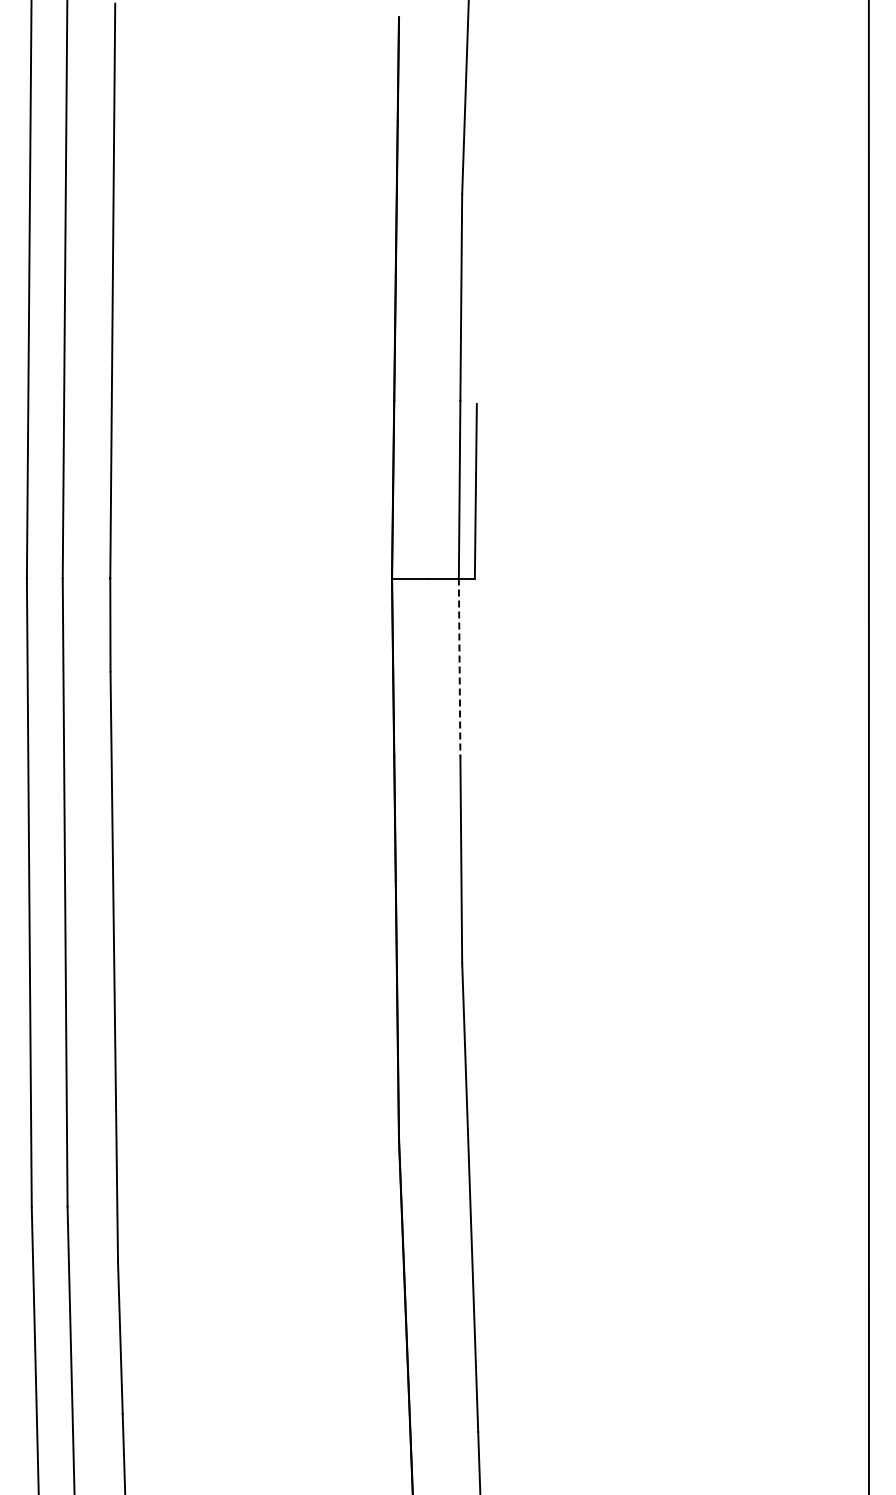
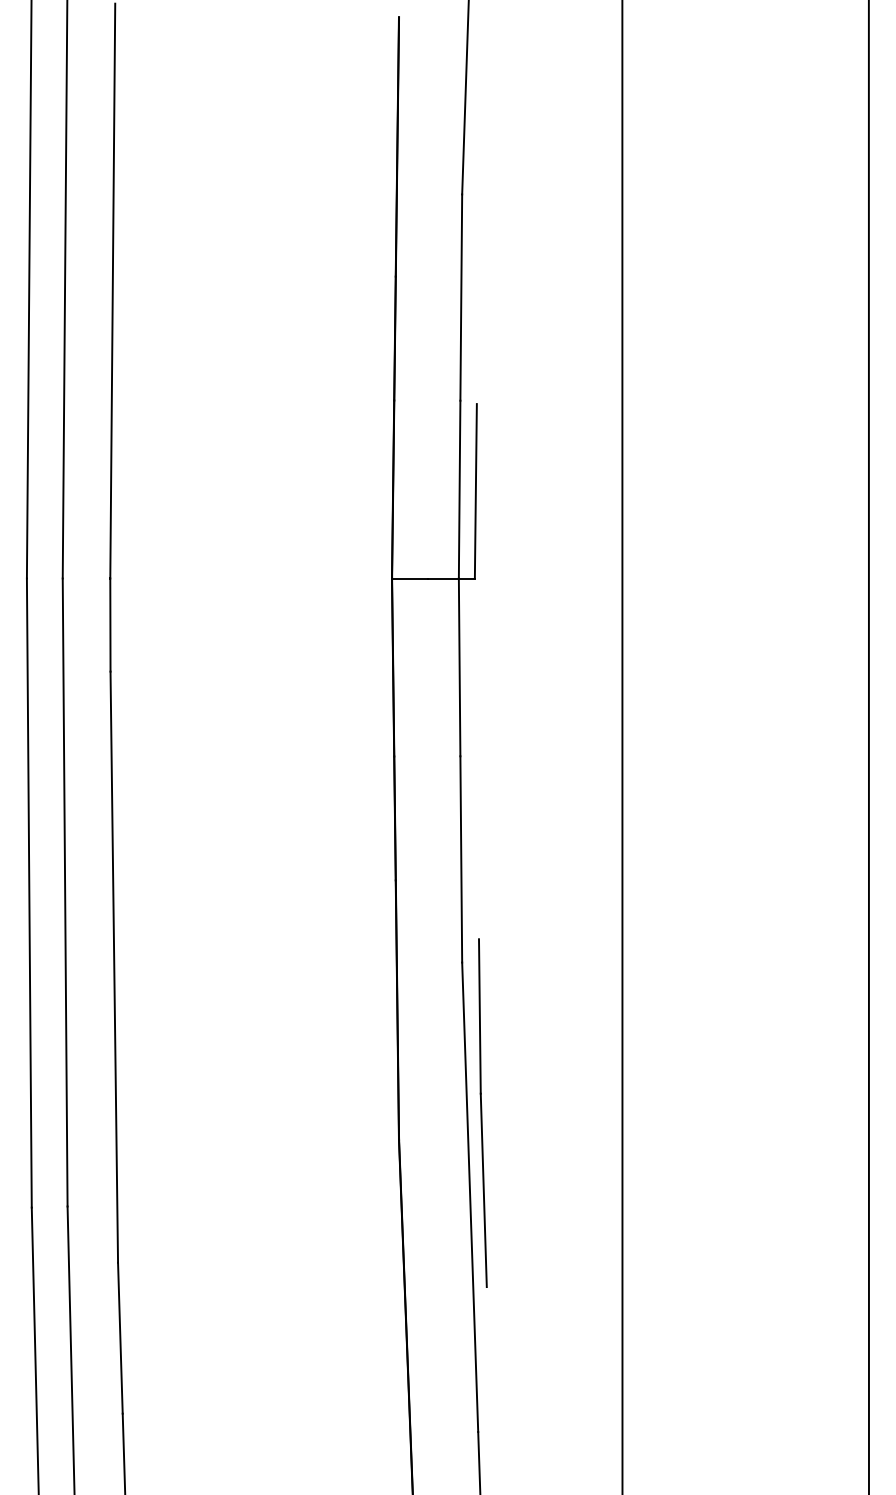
line at (459, 667): dashed -> solid
line at (622, 746): none -> present
part at (482, 1112): none -> present
